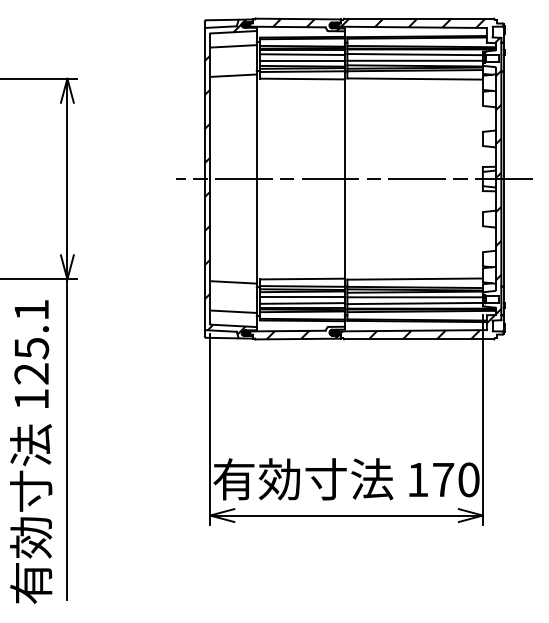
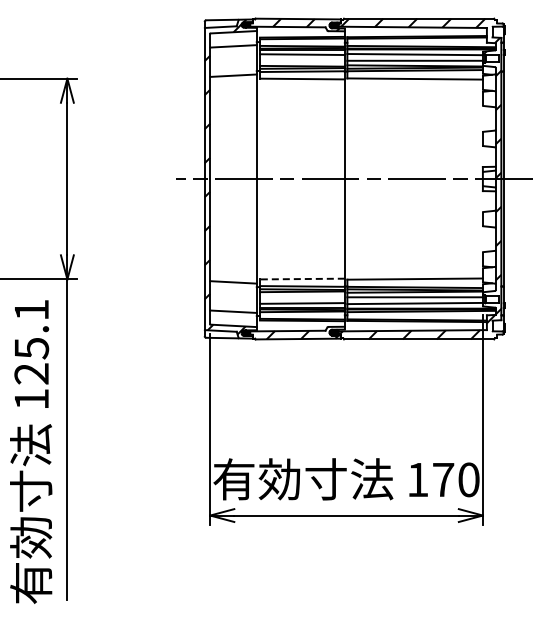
line at (301, 61): present -> none
line at (301, 279): solid -> dashed
line at (301, 296): present -> none
